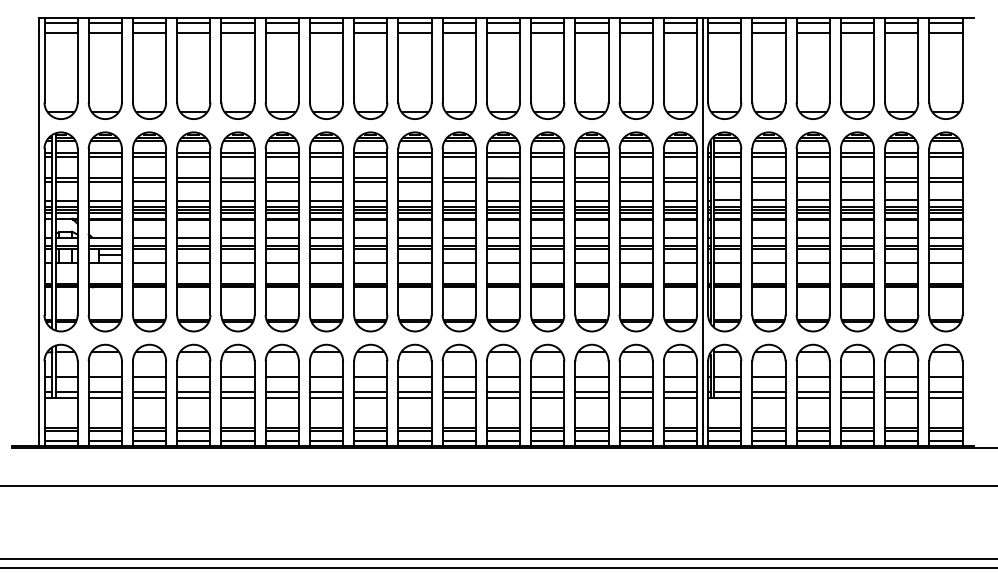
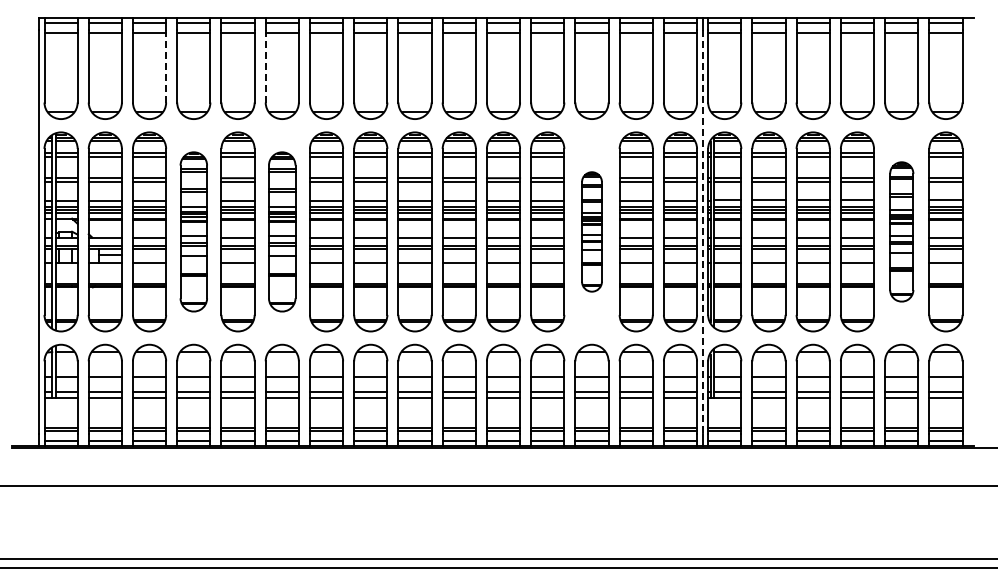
line at (166, 65): solid -> dashed
line at (265, 66): solid -> dashed
part at (193, 231) size: 36x202 px -> 29x162 px
part at (281, 231) size: 36x202 px -> 29x162 px
part at (591, 231) size: 36x202 px -> 22x122 px
part at (901, 231) size: 36x202 px -> 26x142 px
line at (702, 232): solid -> dashed
